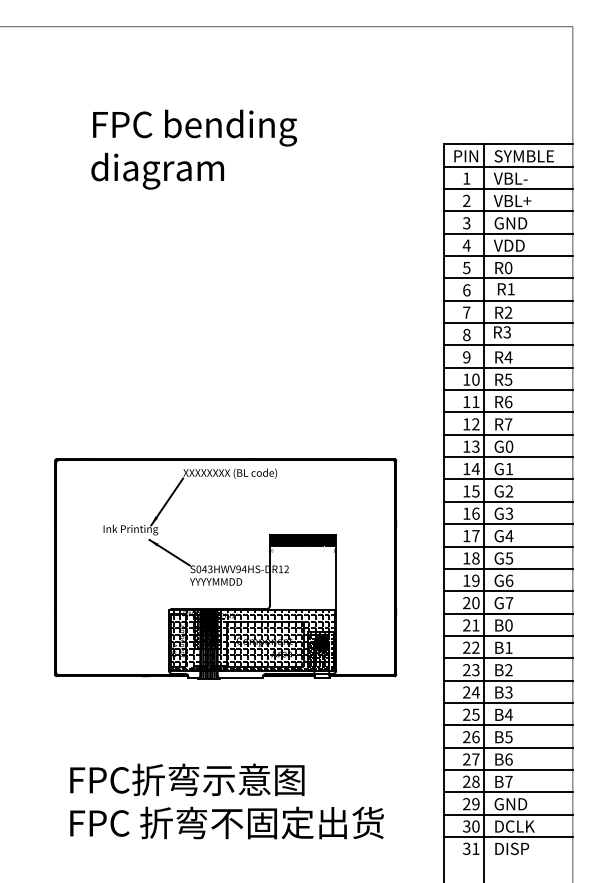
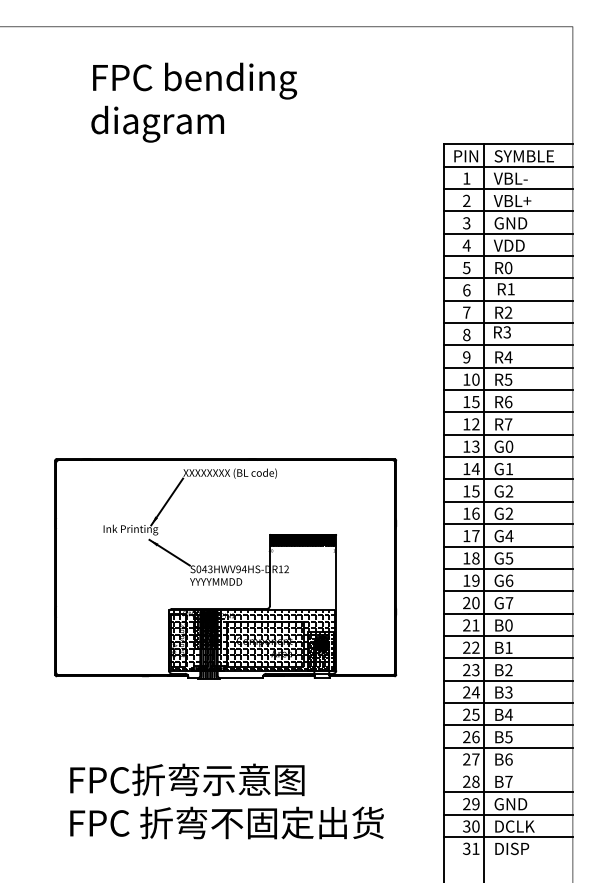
text at (194, 149) position: (194, 149) -> (194, 102)
text at (475, 402): 11 -> 15
text at (509, 513): G3 -> G2
line at (508, 769): present -> none
